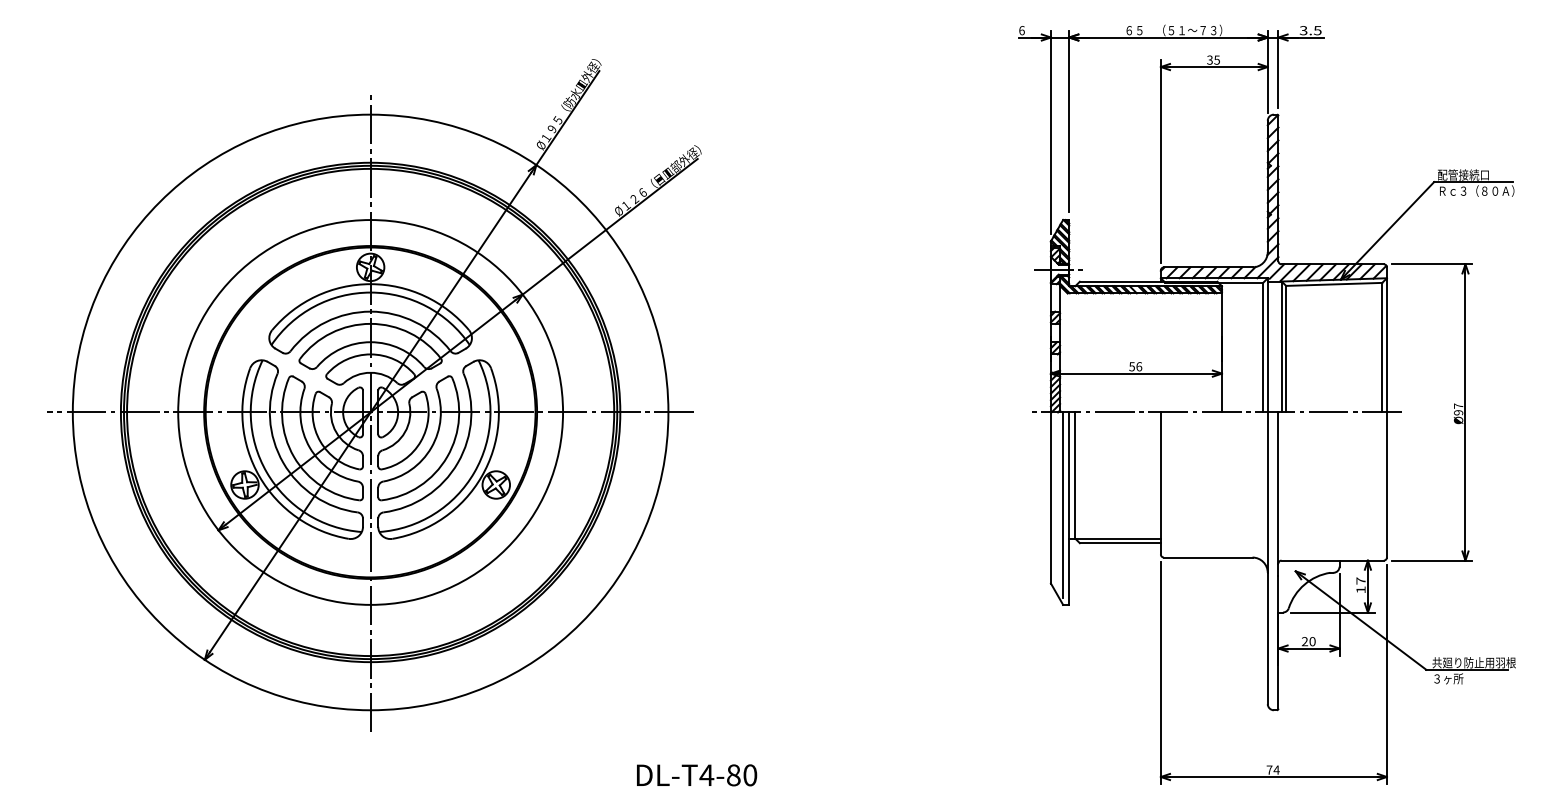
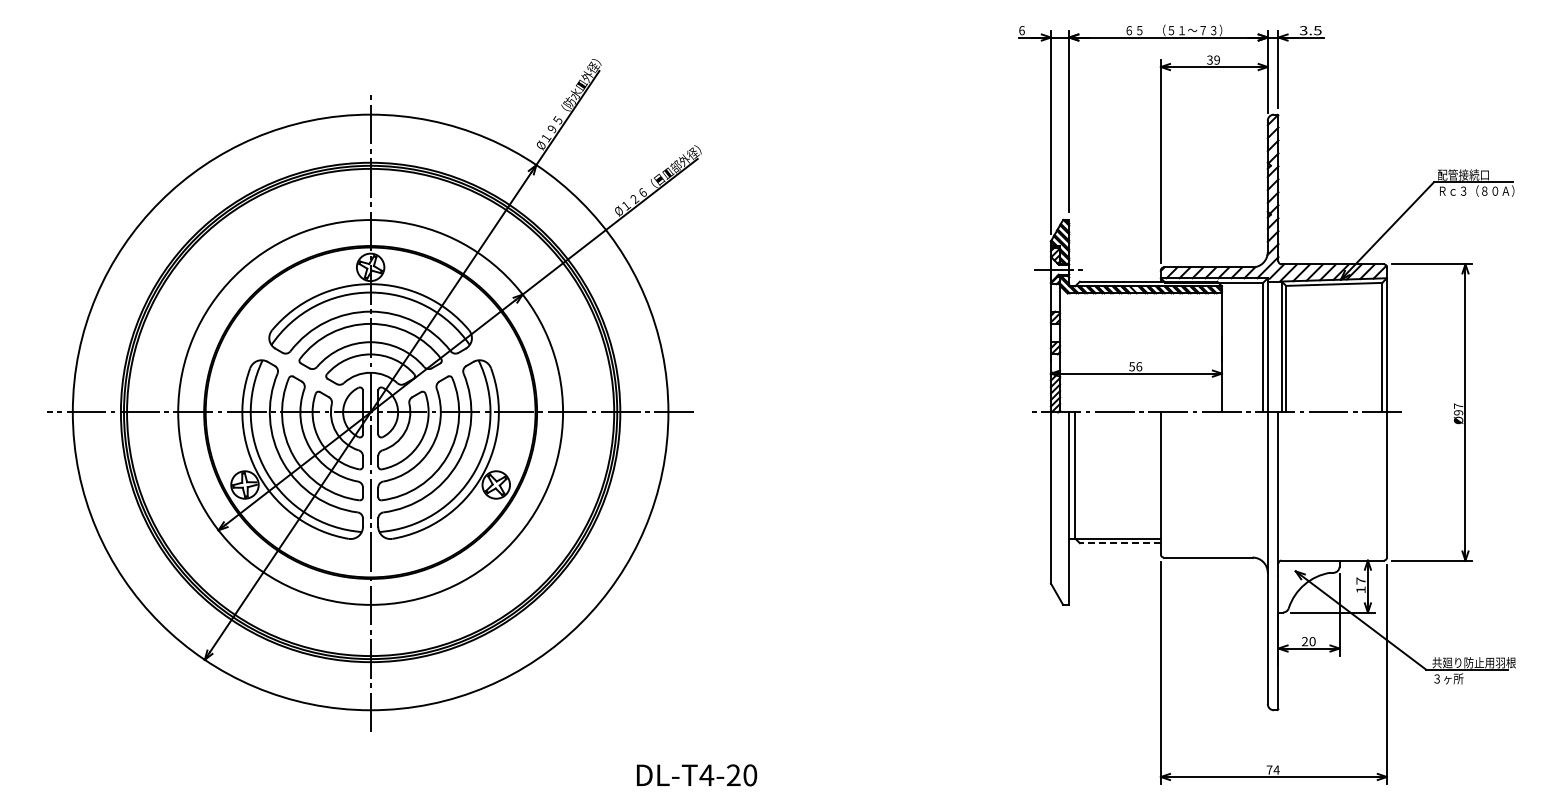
text at (1216, 59): 35 -> 39
line at (1063, 505): present -> none
line at (1120, 543): solid -> dashed
text at (733, 775): DL-T4-80 -> DL-T4-20
